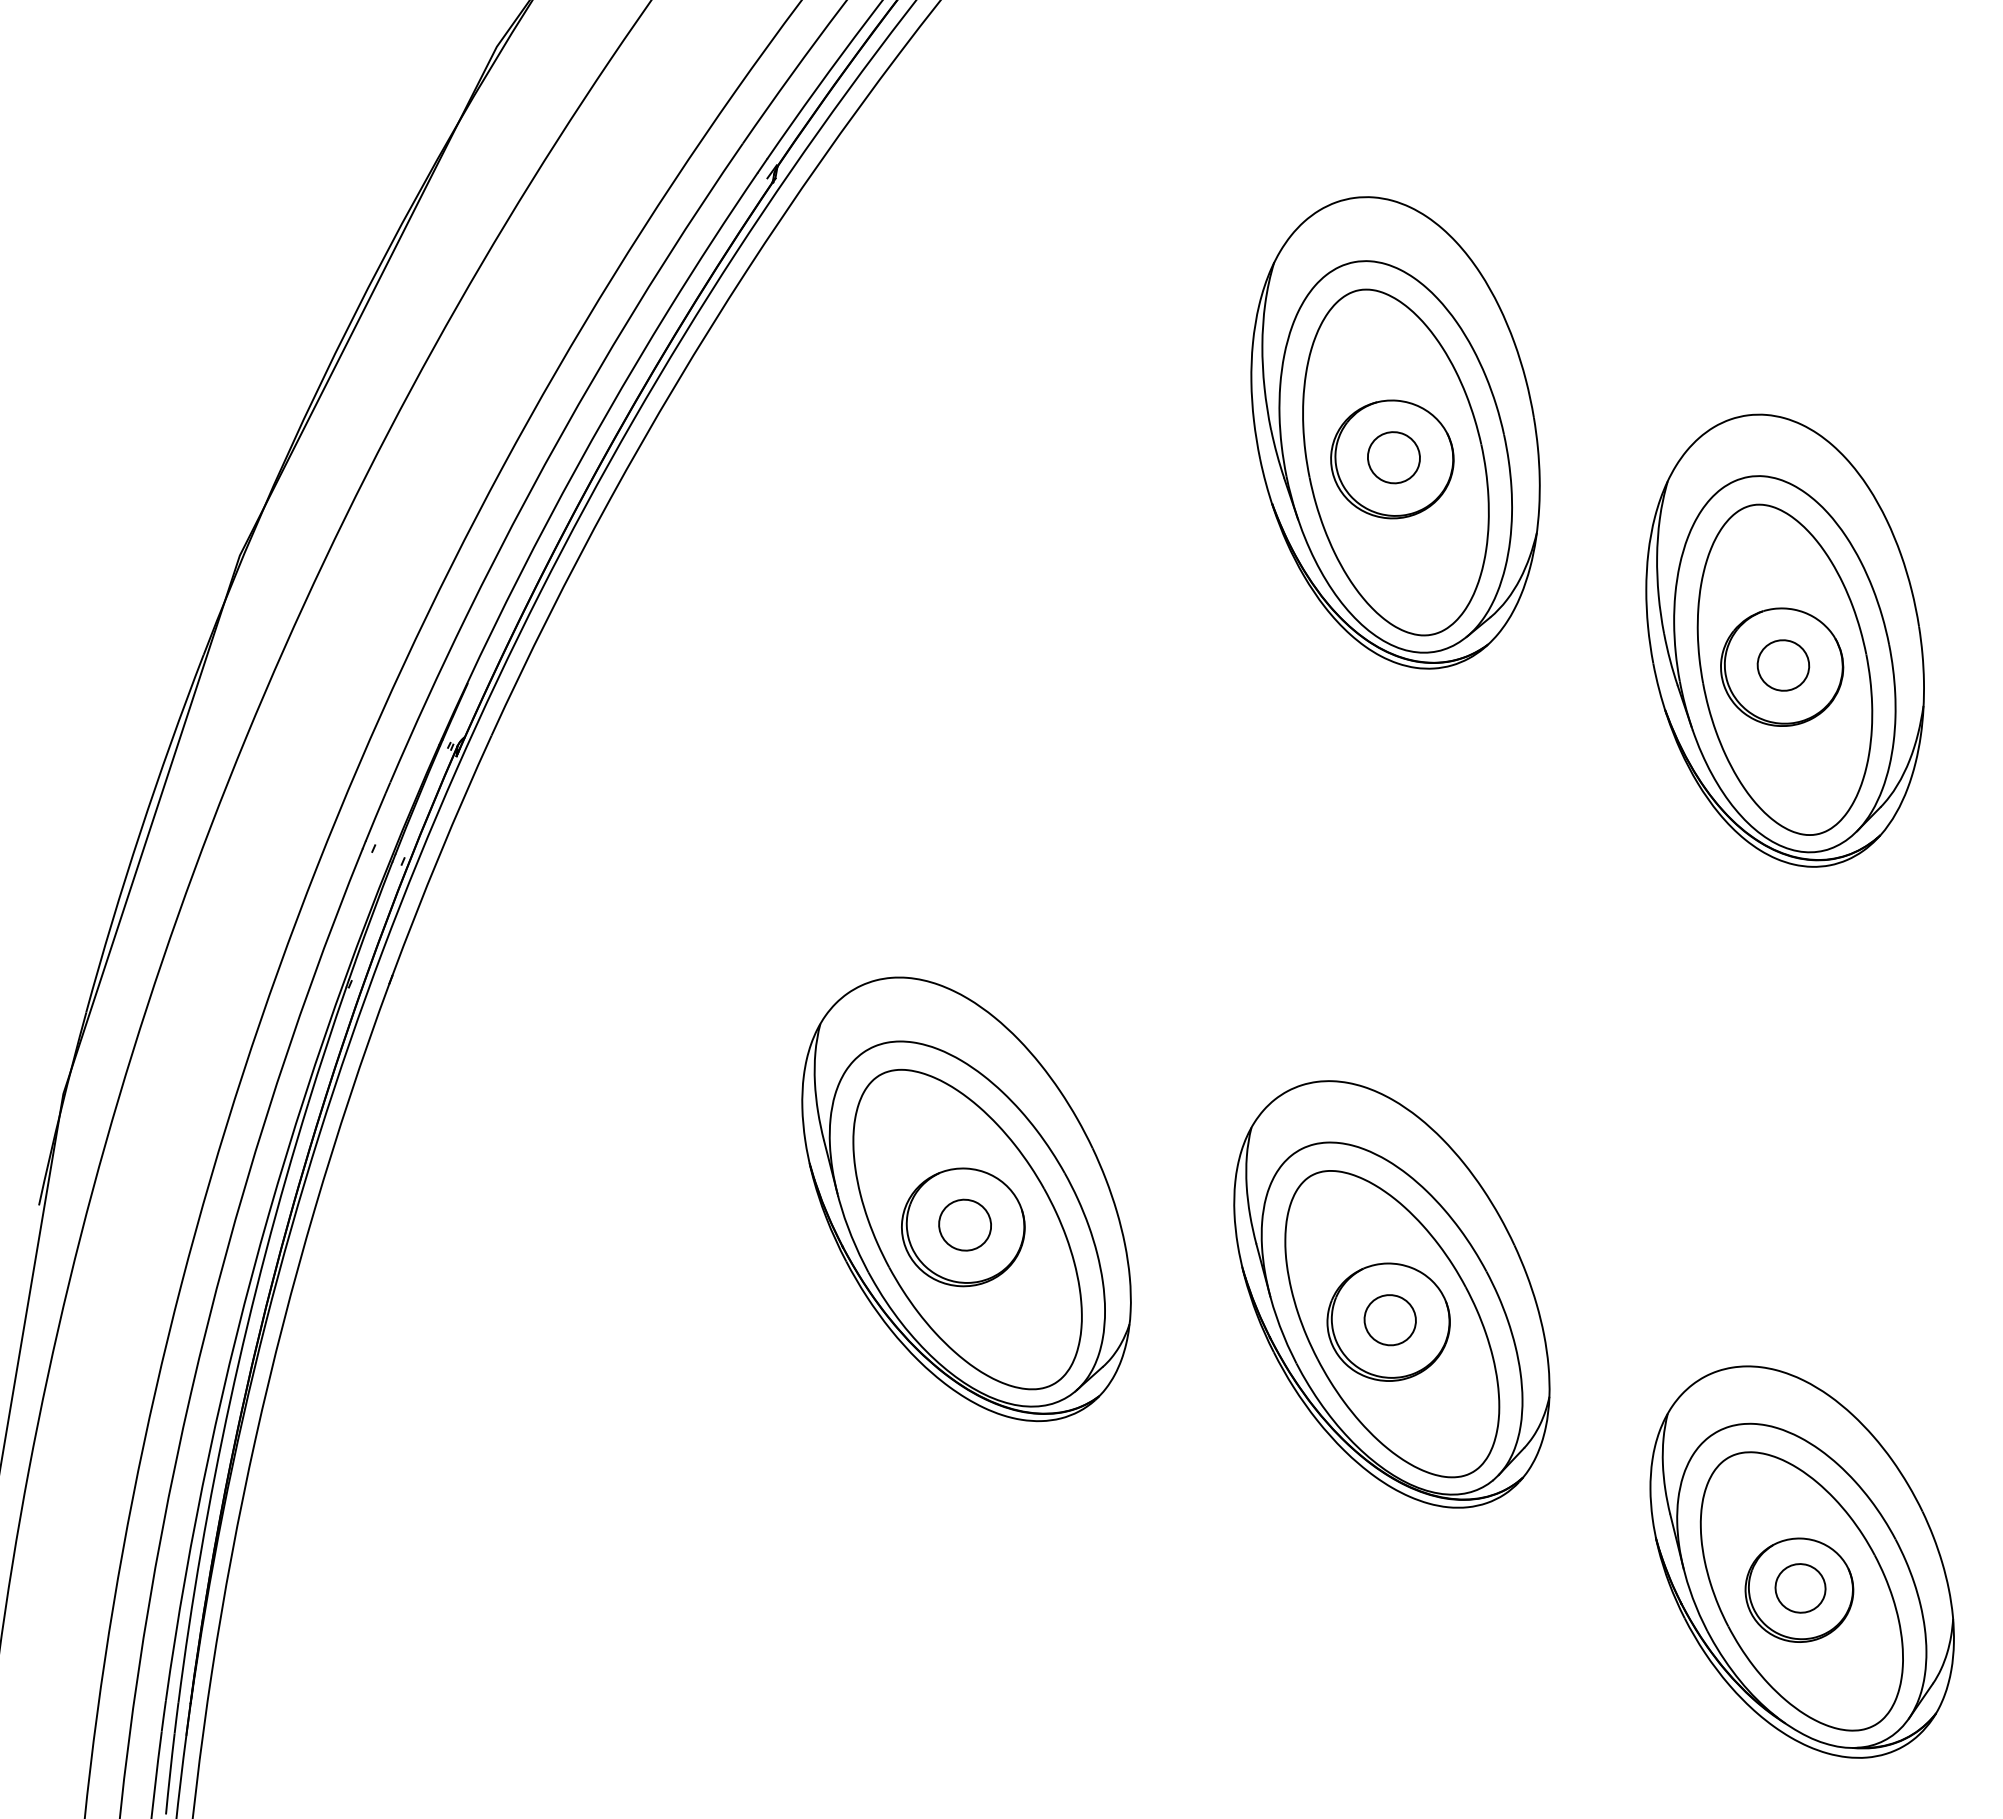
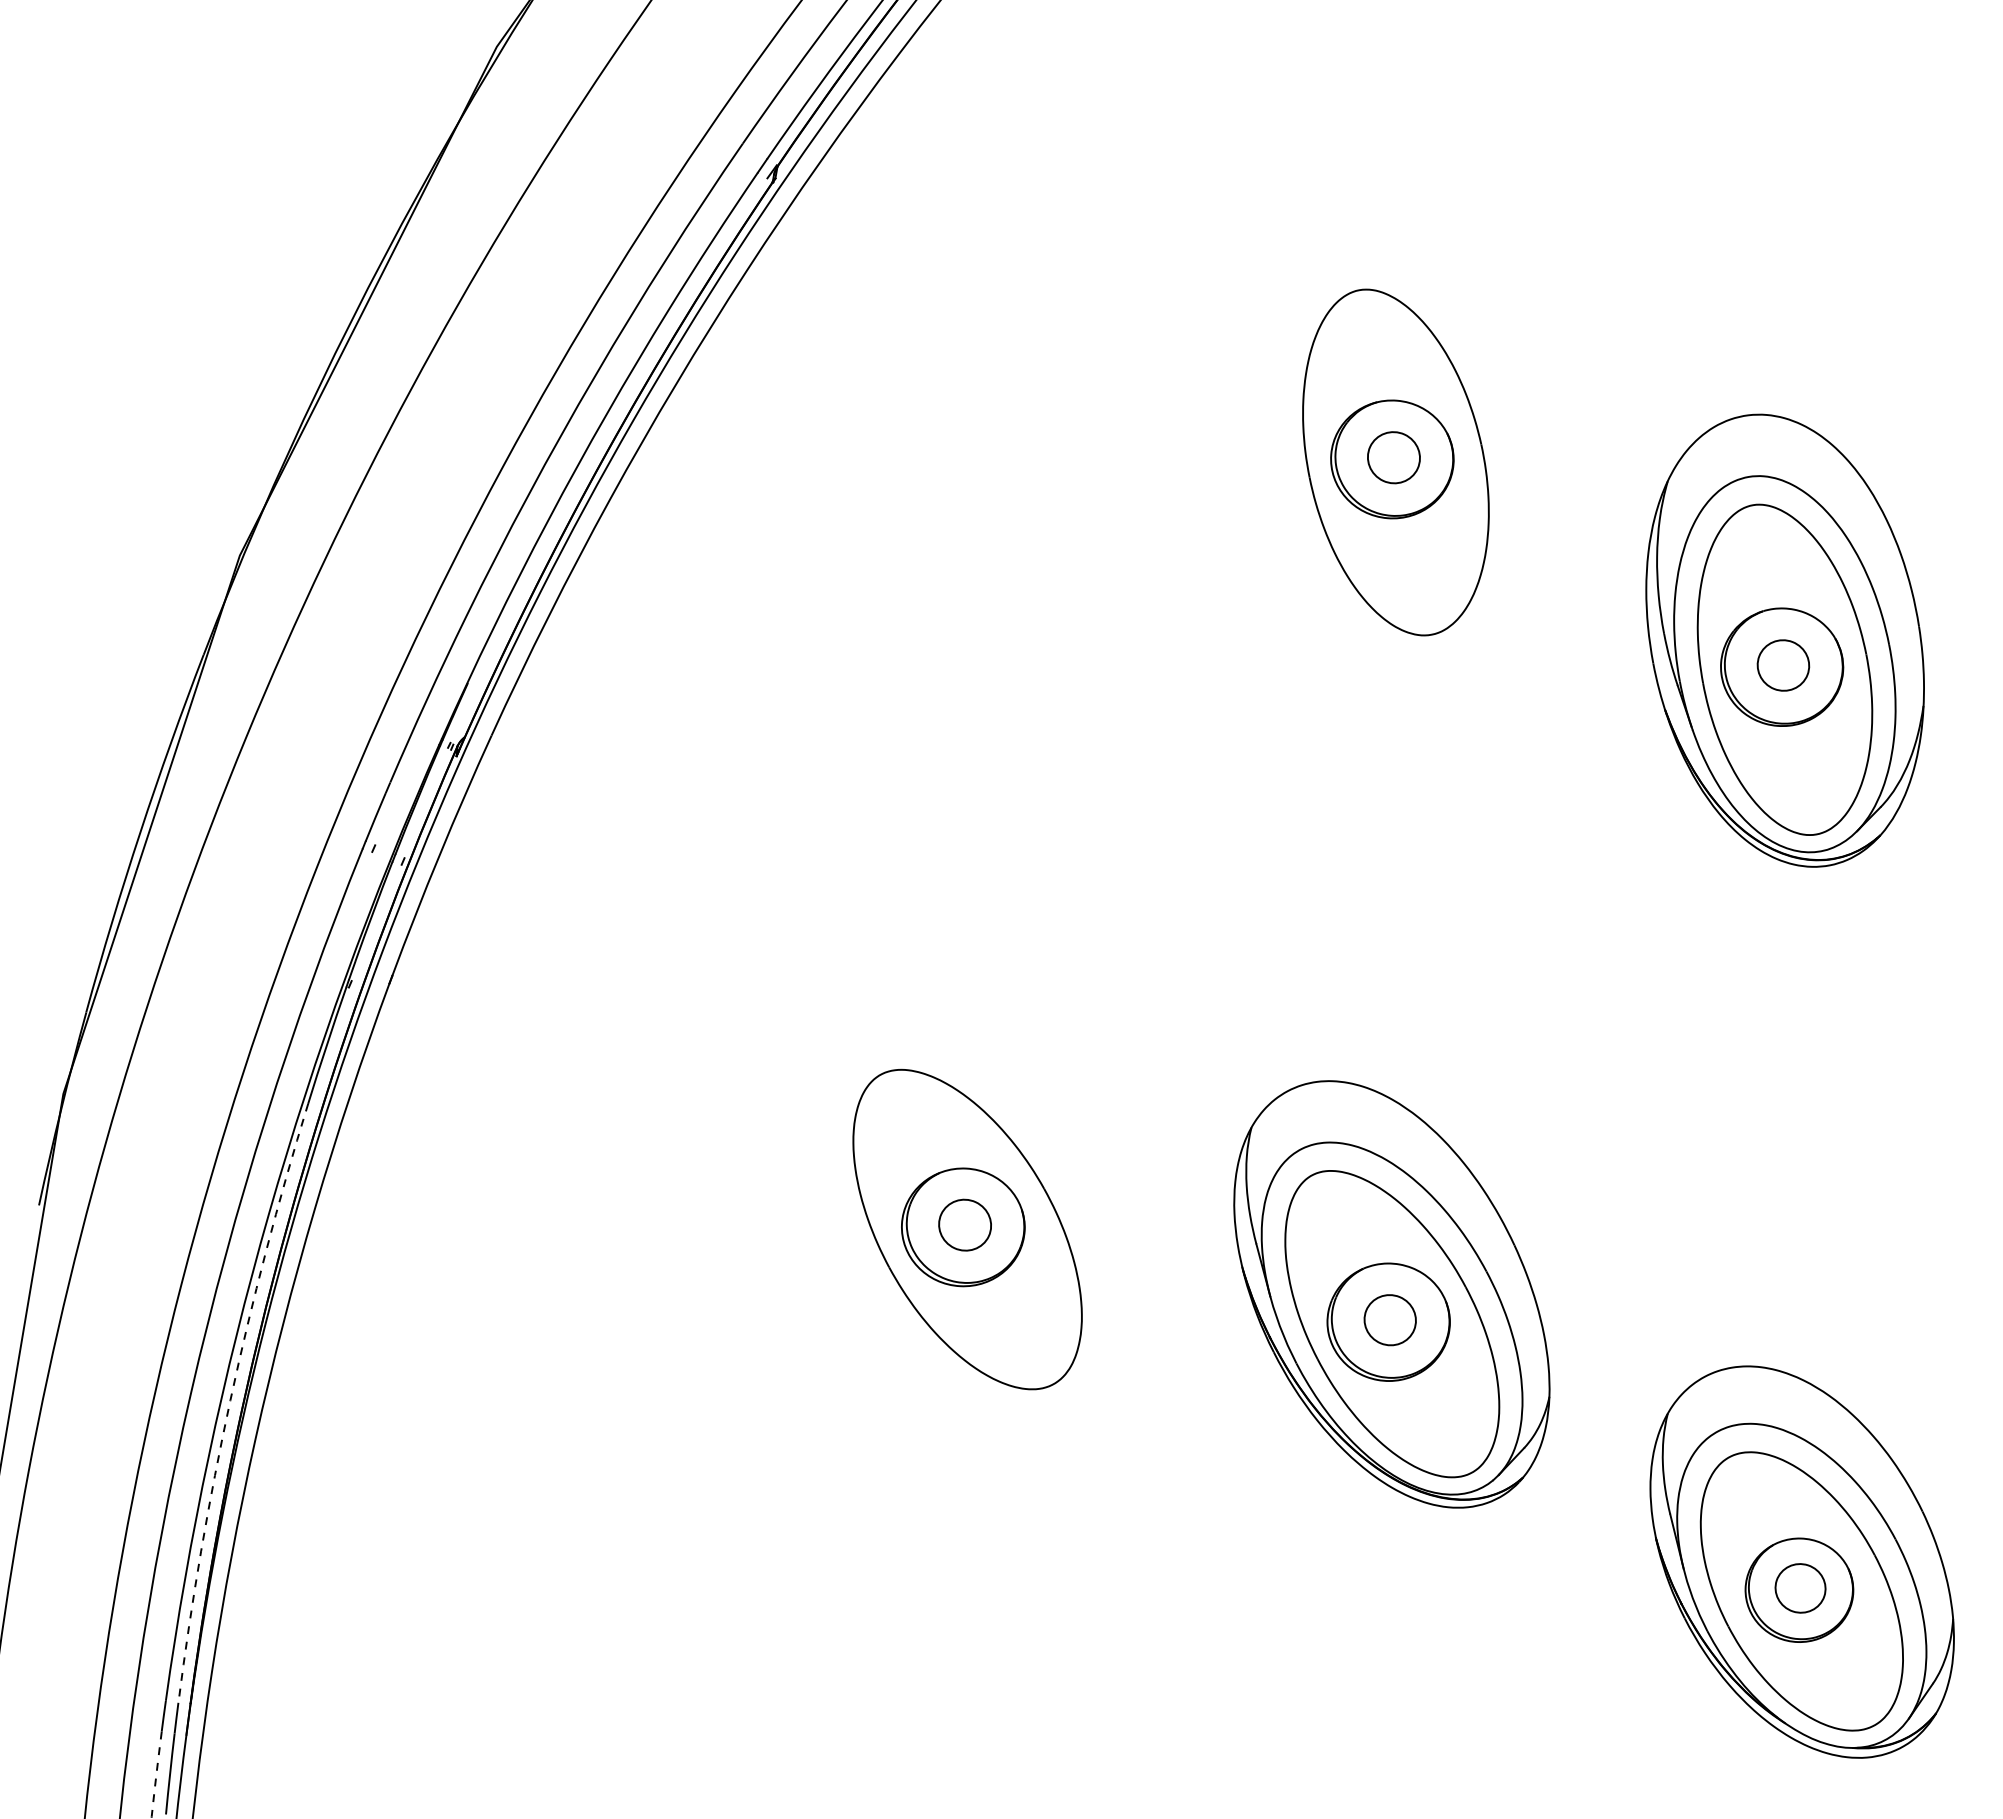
part at (1395, 432): present -> none
part at (966, 1199): present -> none
arc at (230, 1400): solid -> dashed
arc at (156, 1775): solid -> dashed
